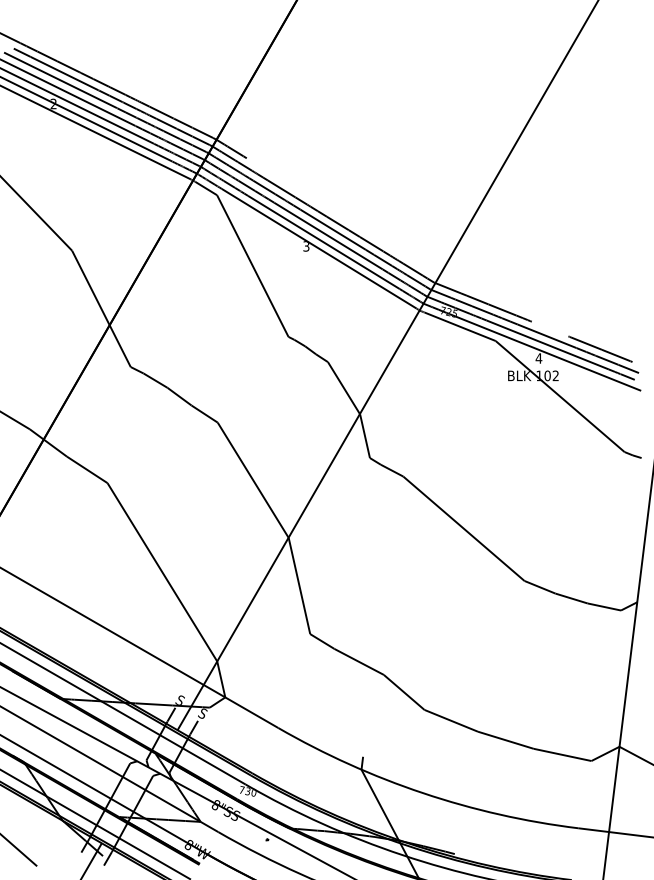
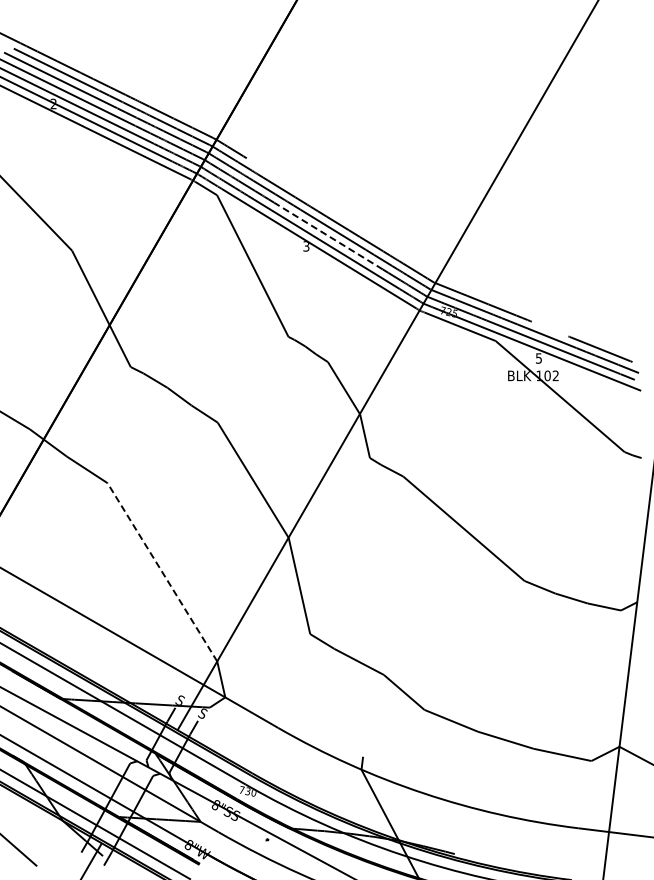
line at (328, 236): solid -> dashed
text at (538, 358): 4 -> 5
line at (162, 572): solid -> dashed
